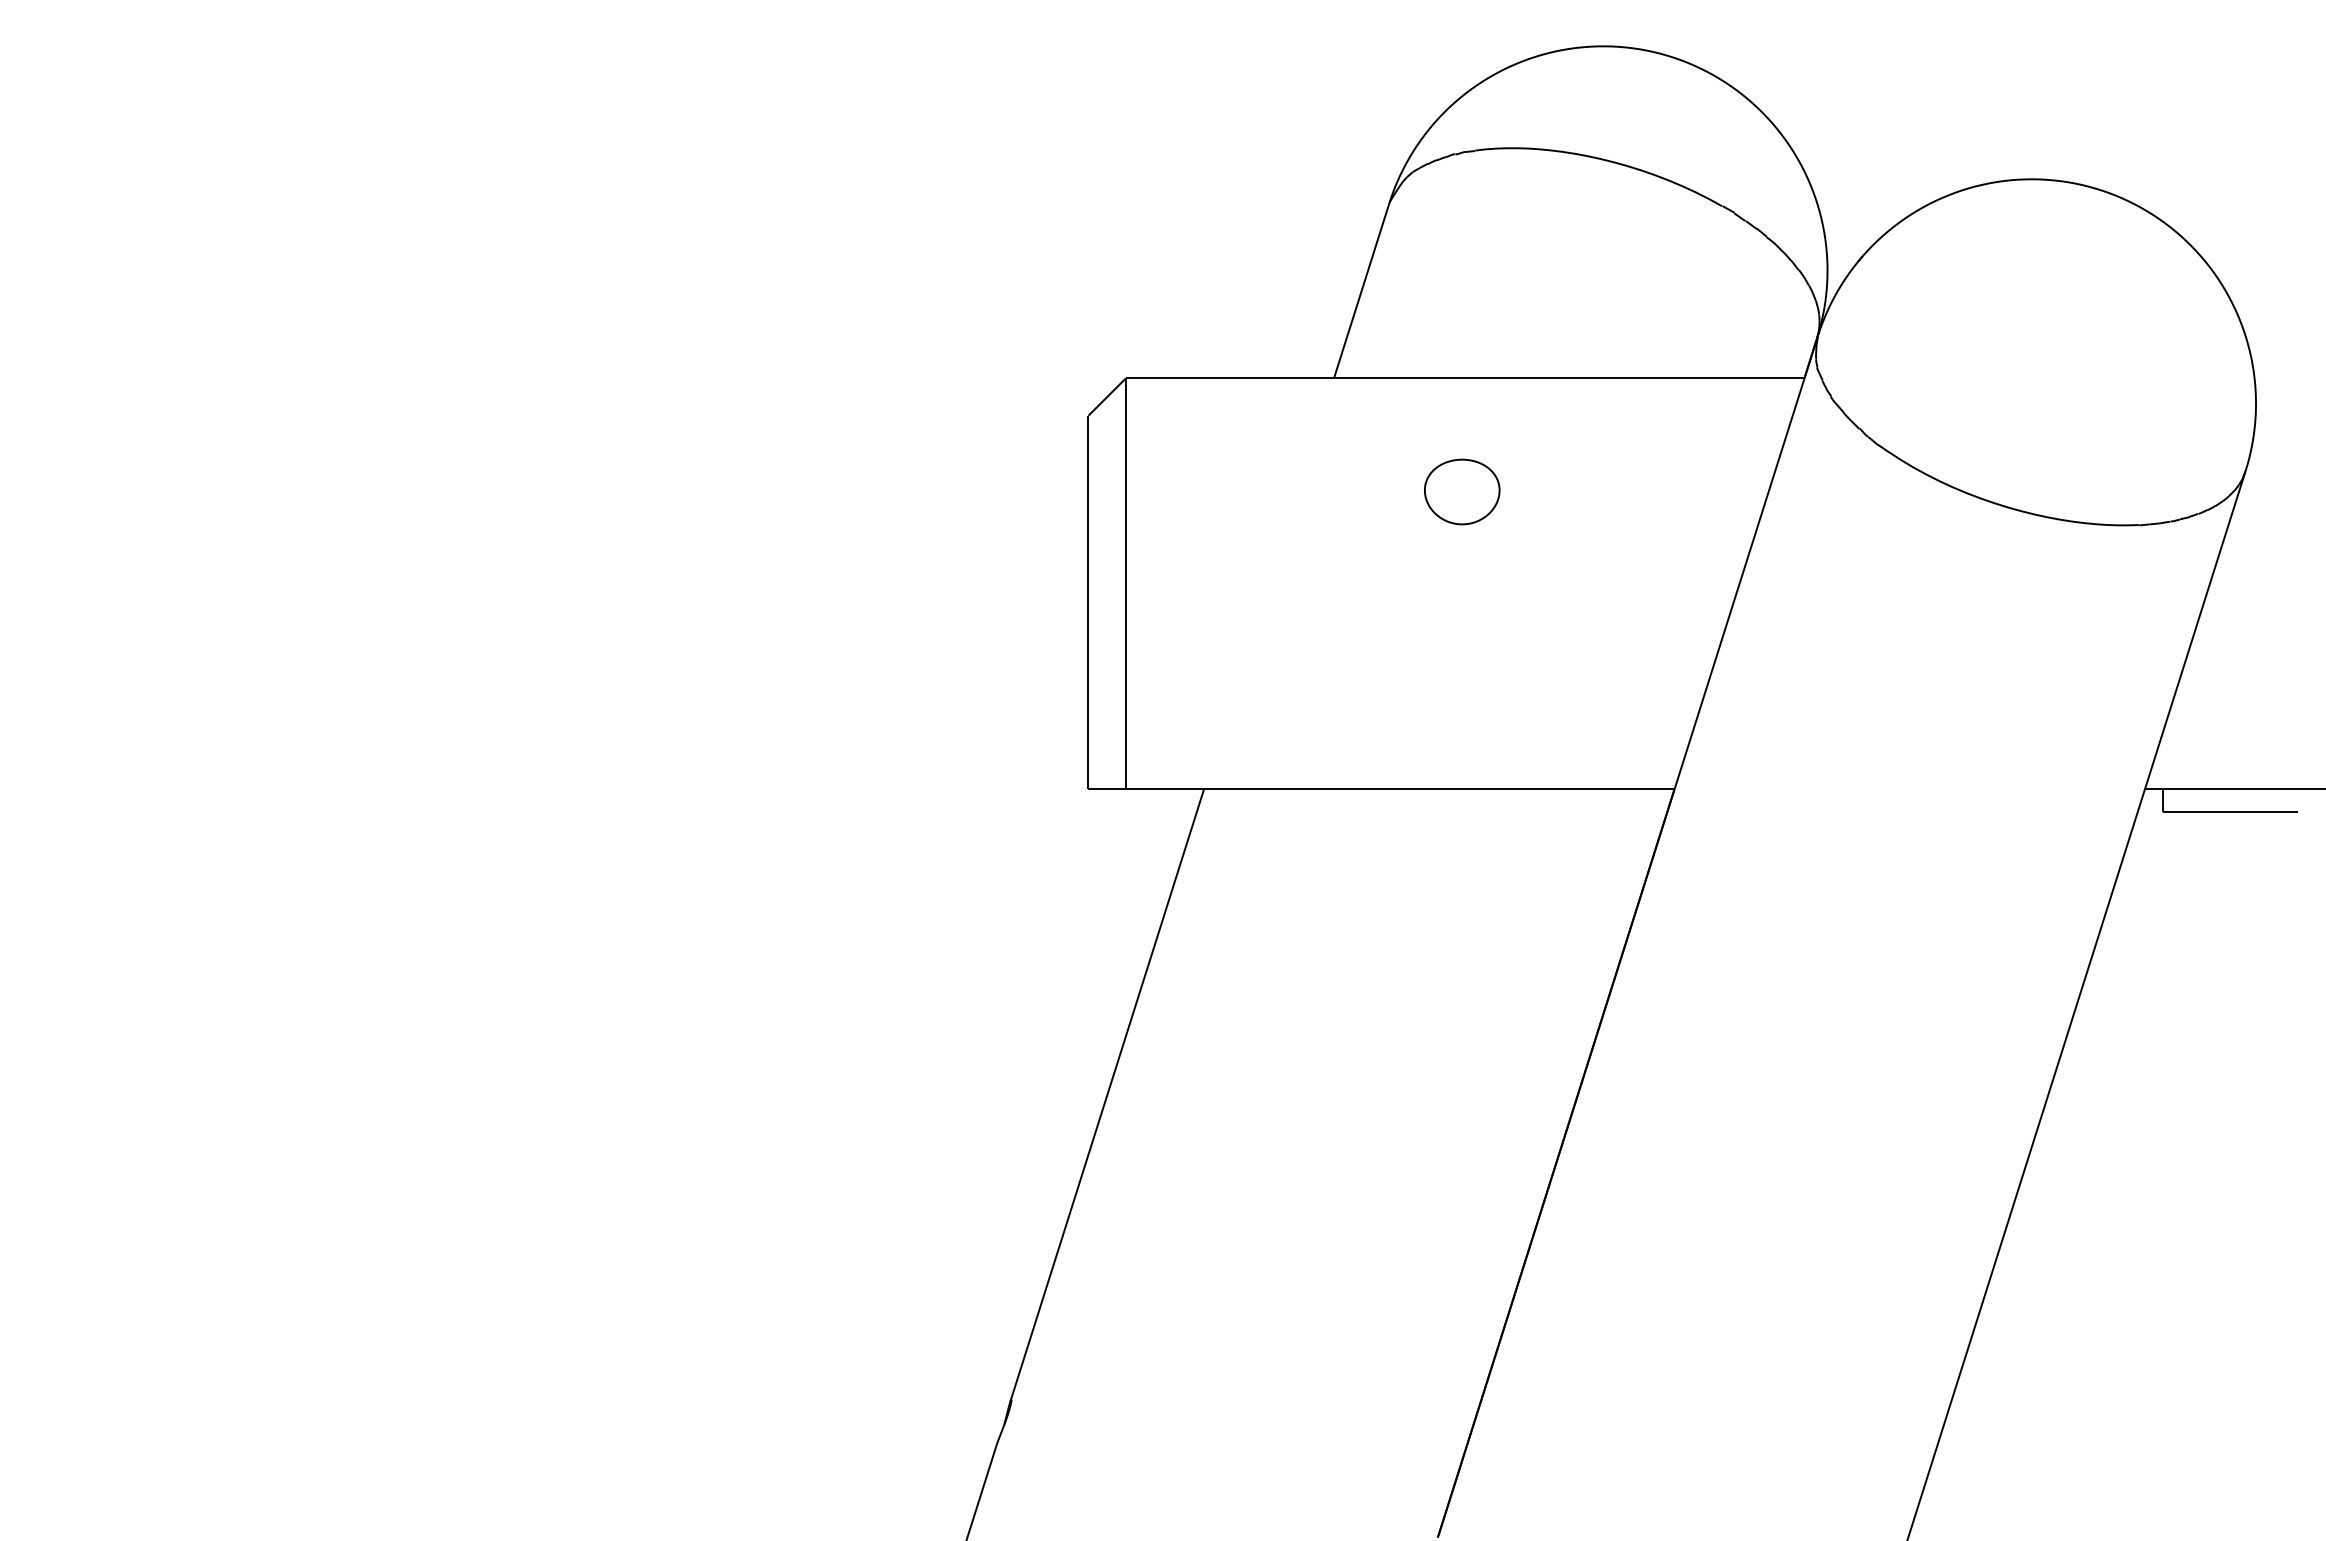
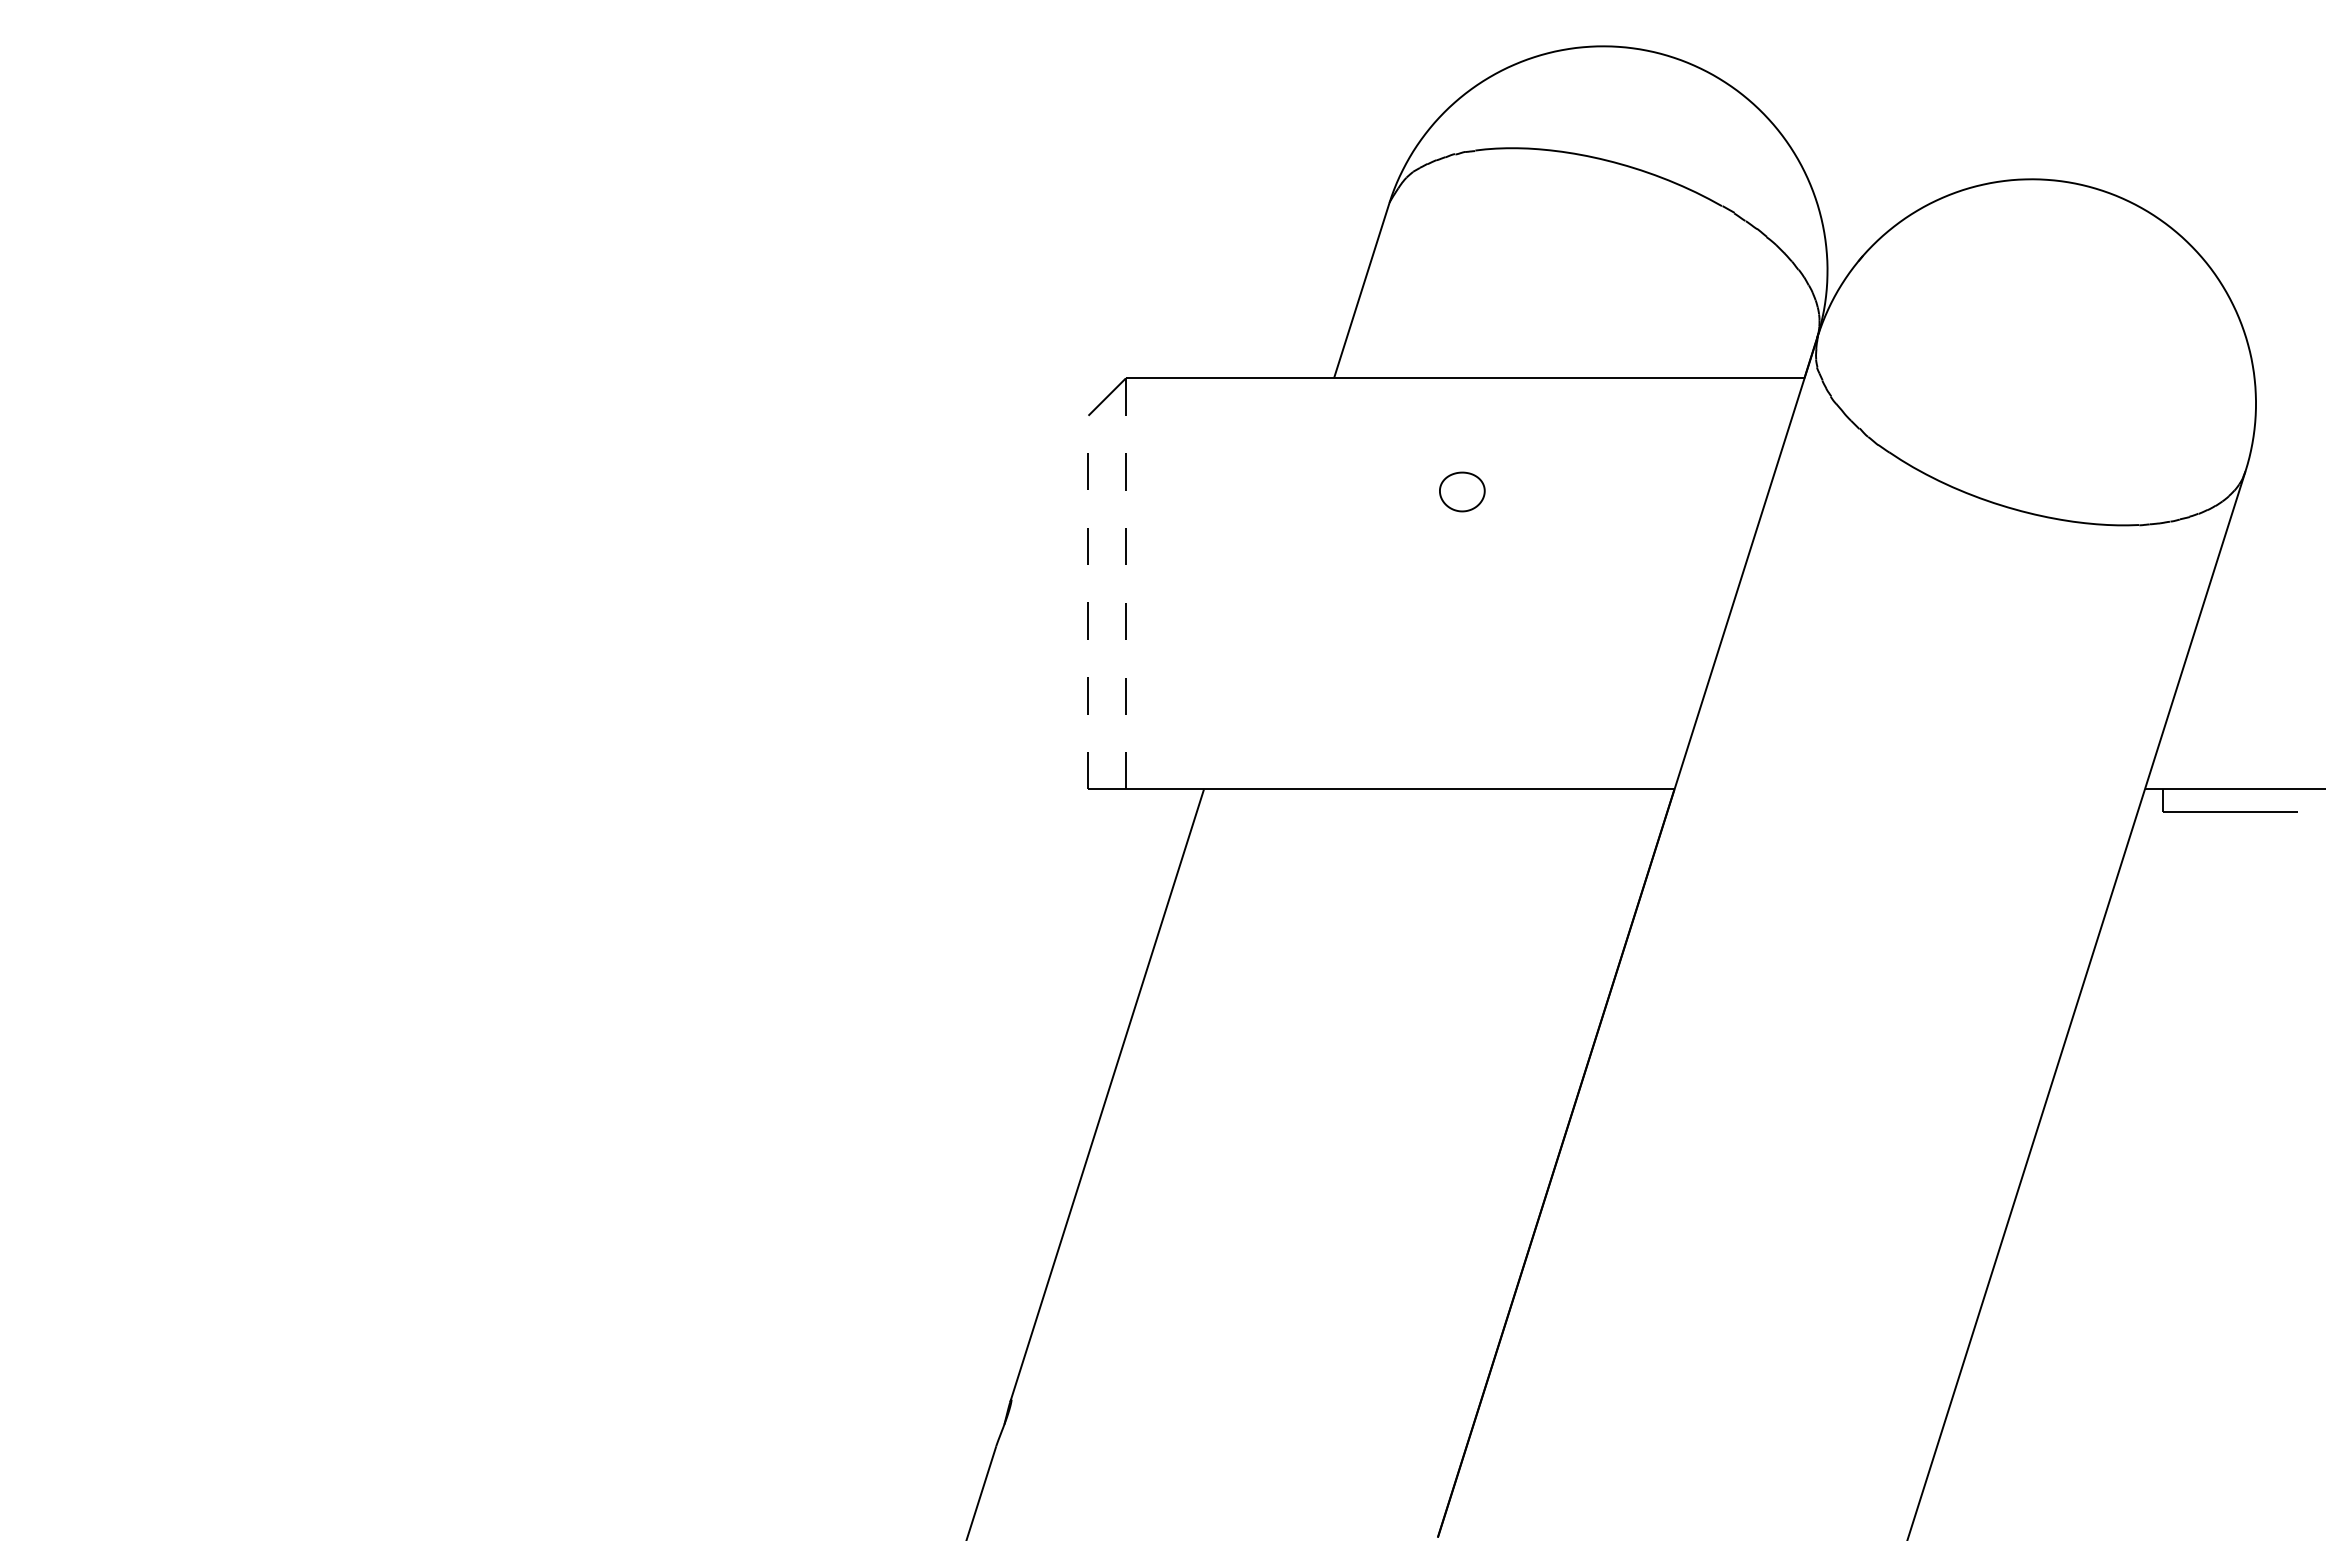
part at (1462, 491) size: 77x68 px -> 47x42 px
line at (1125, 583): solid -> dashed
line at (1088, 602): solid -> dashed
